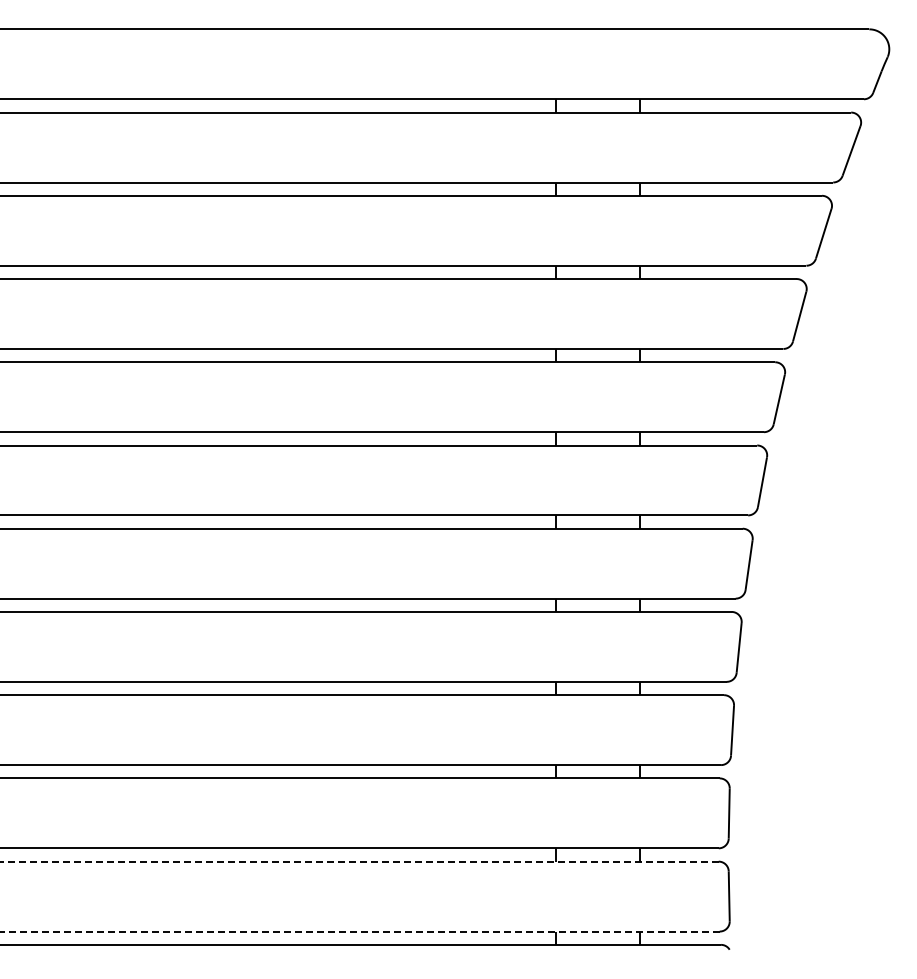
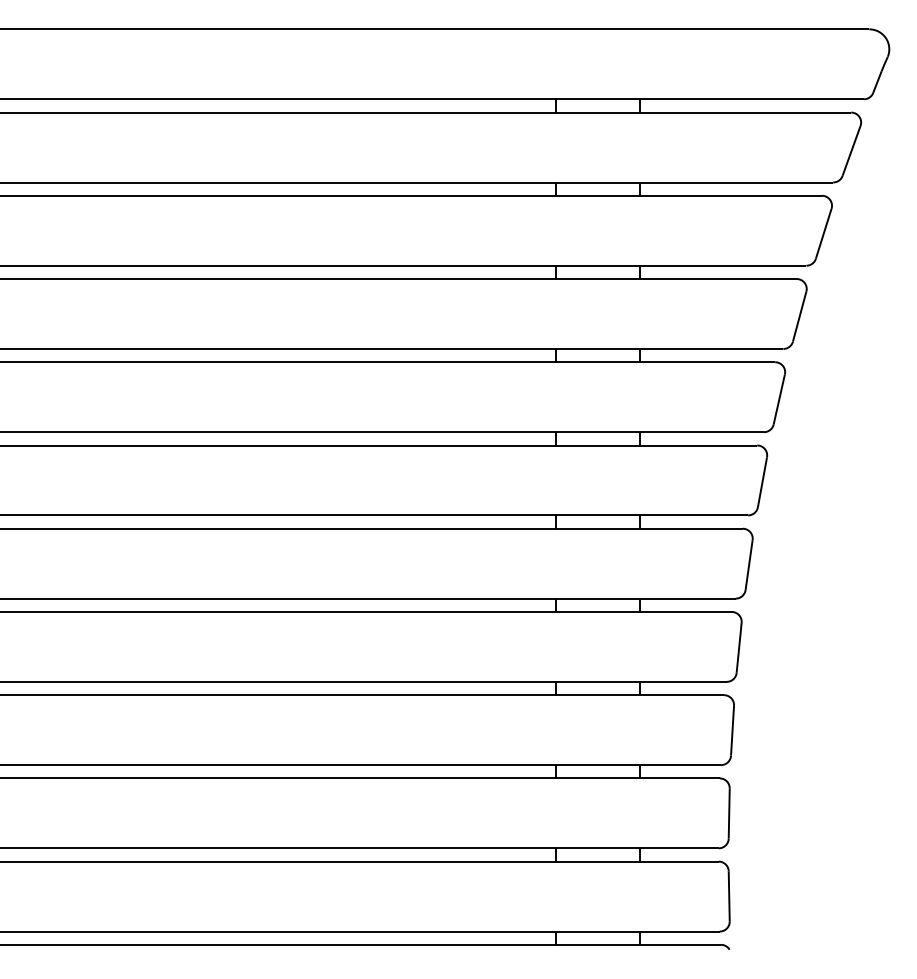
line at (359, 861): dashed -> solid
line at (359, 931): dashed -> solid
